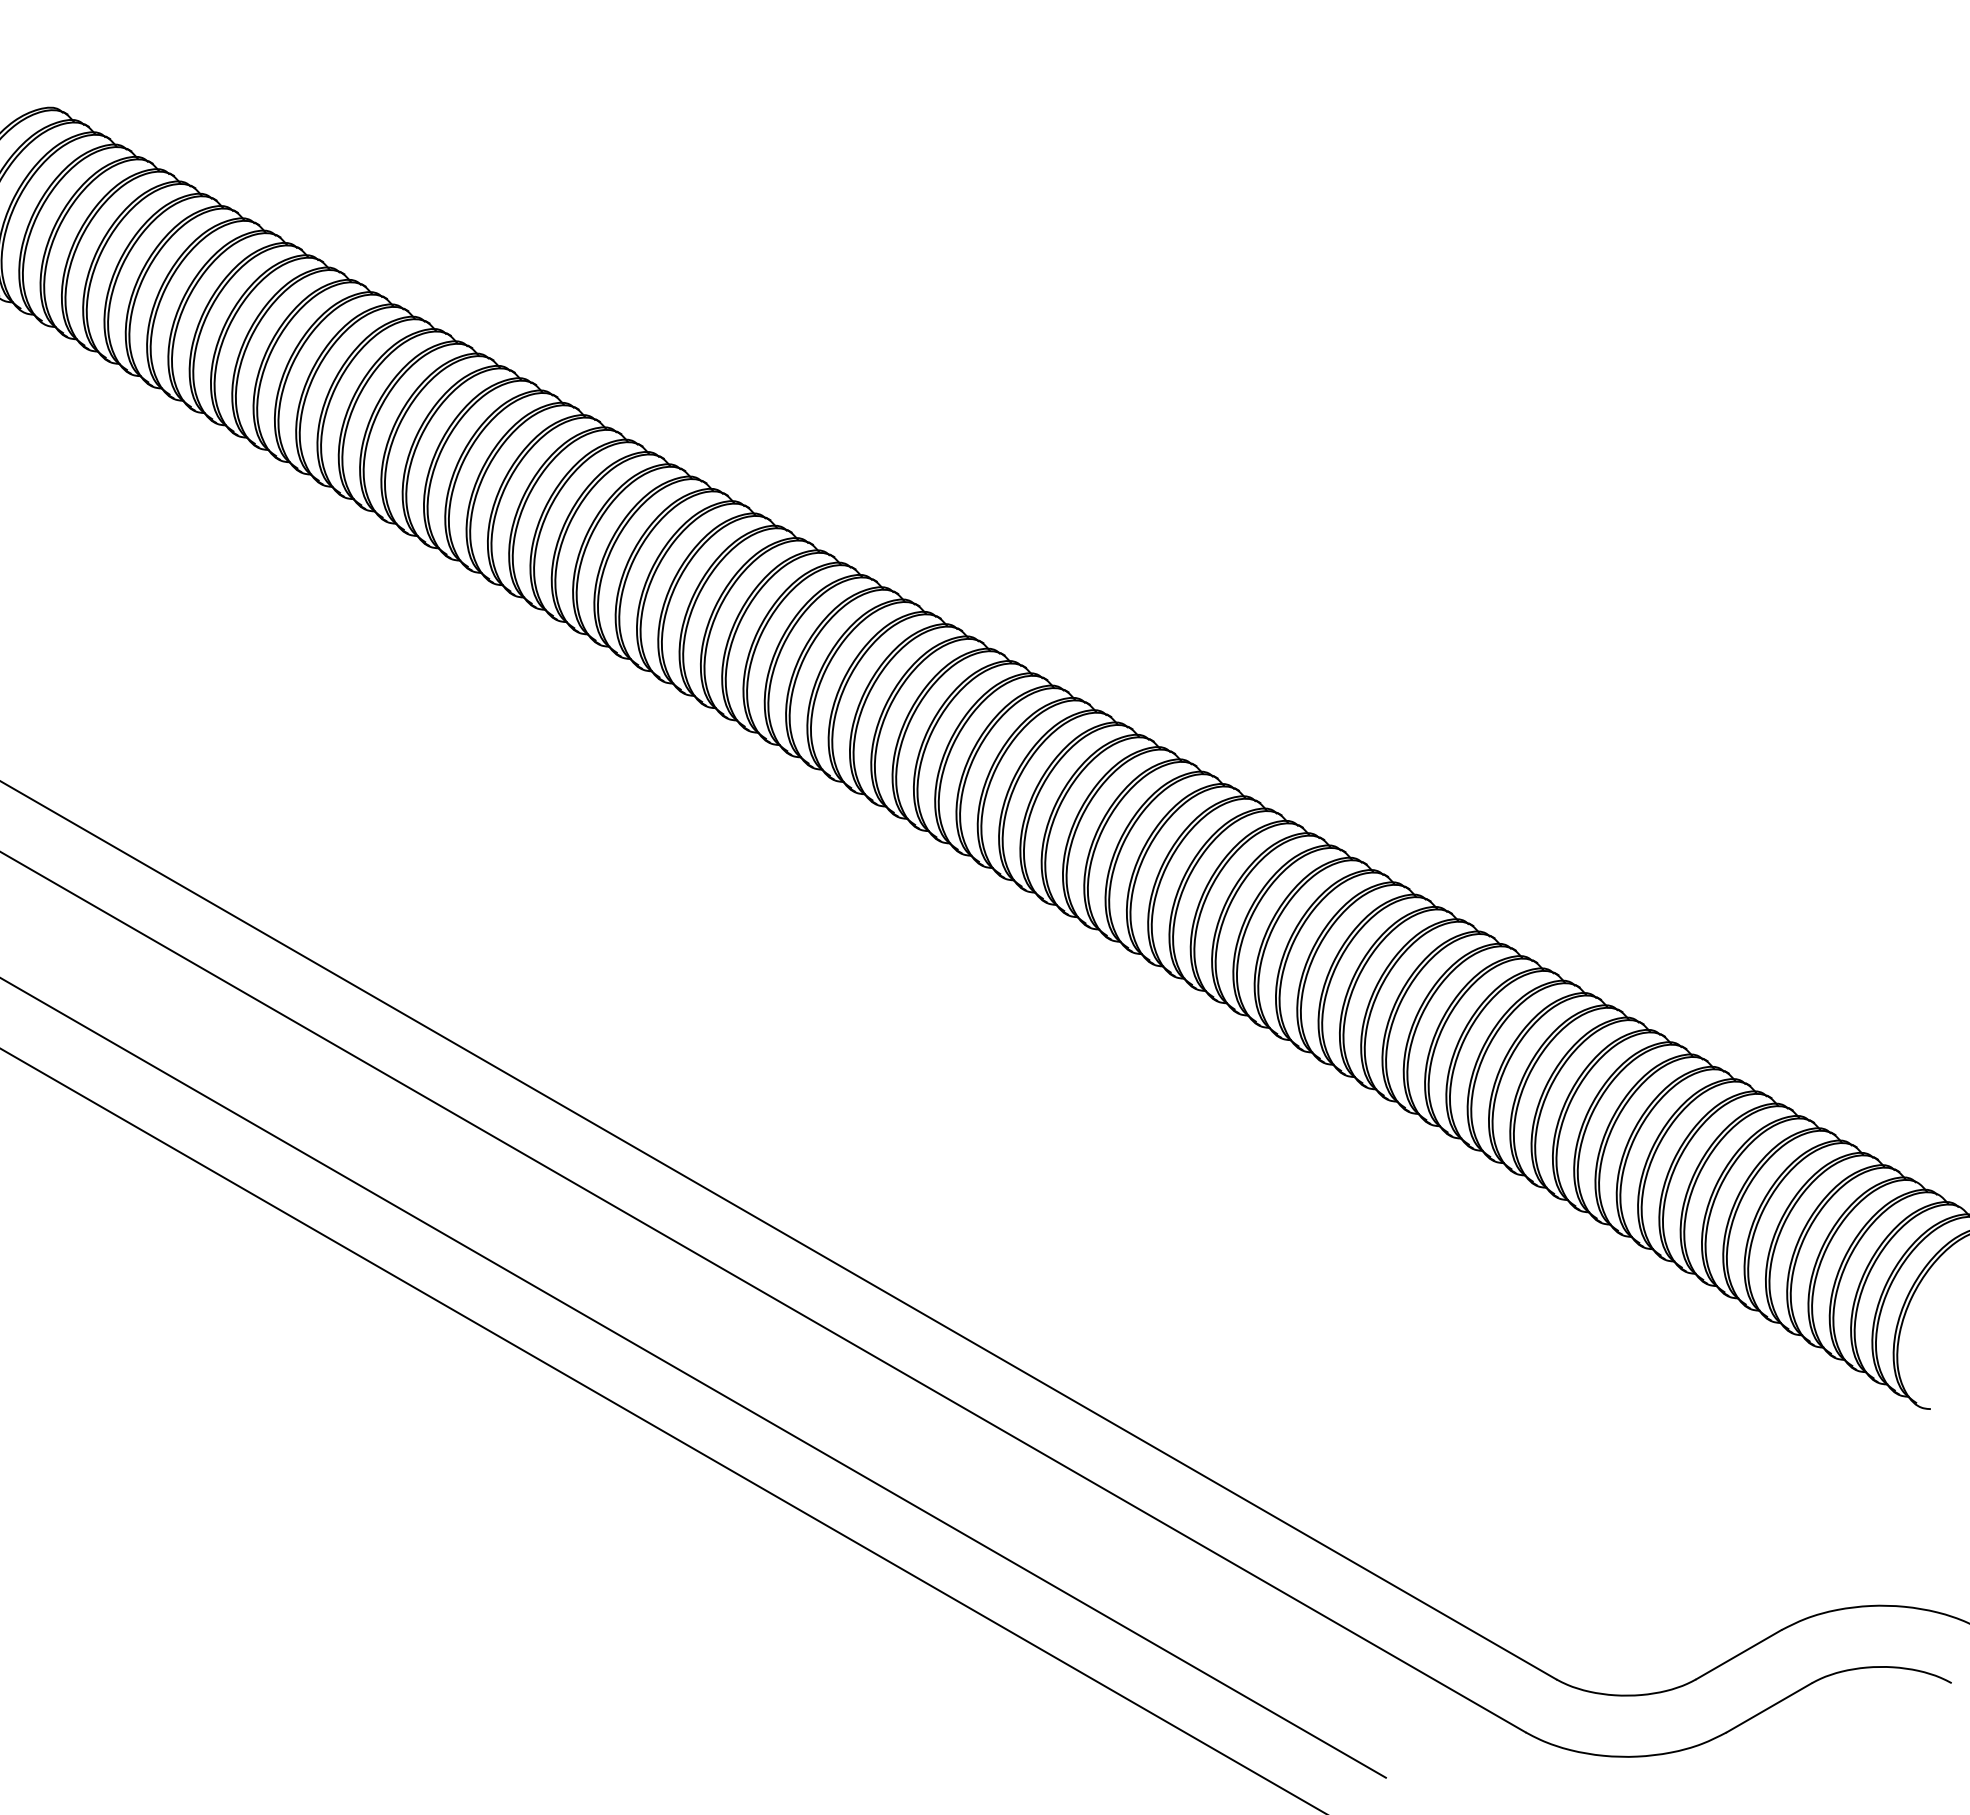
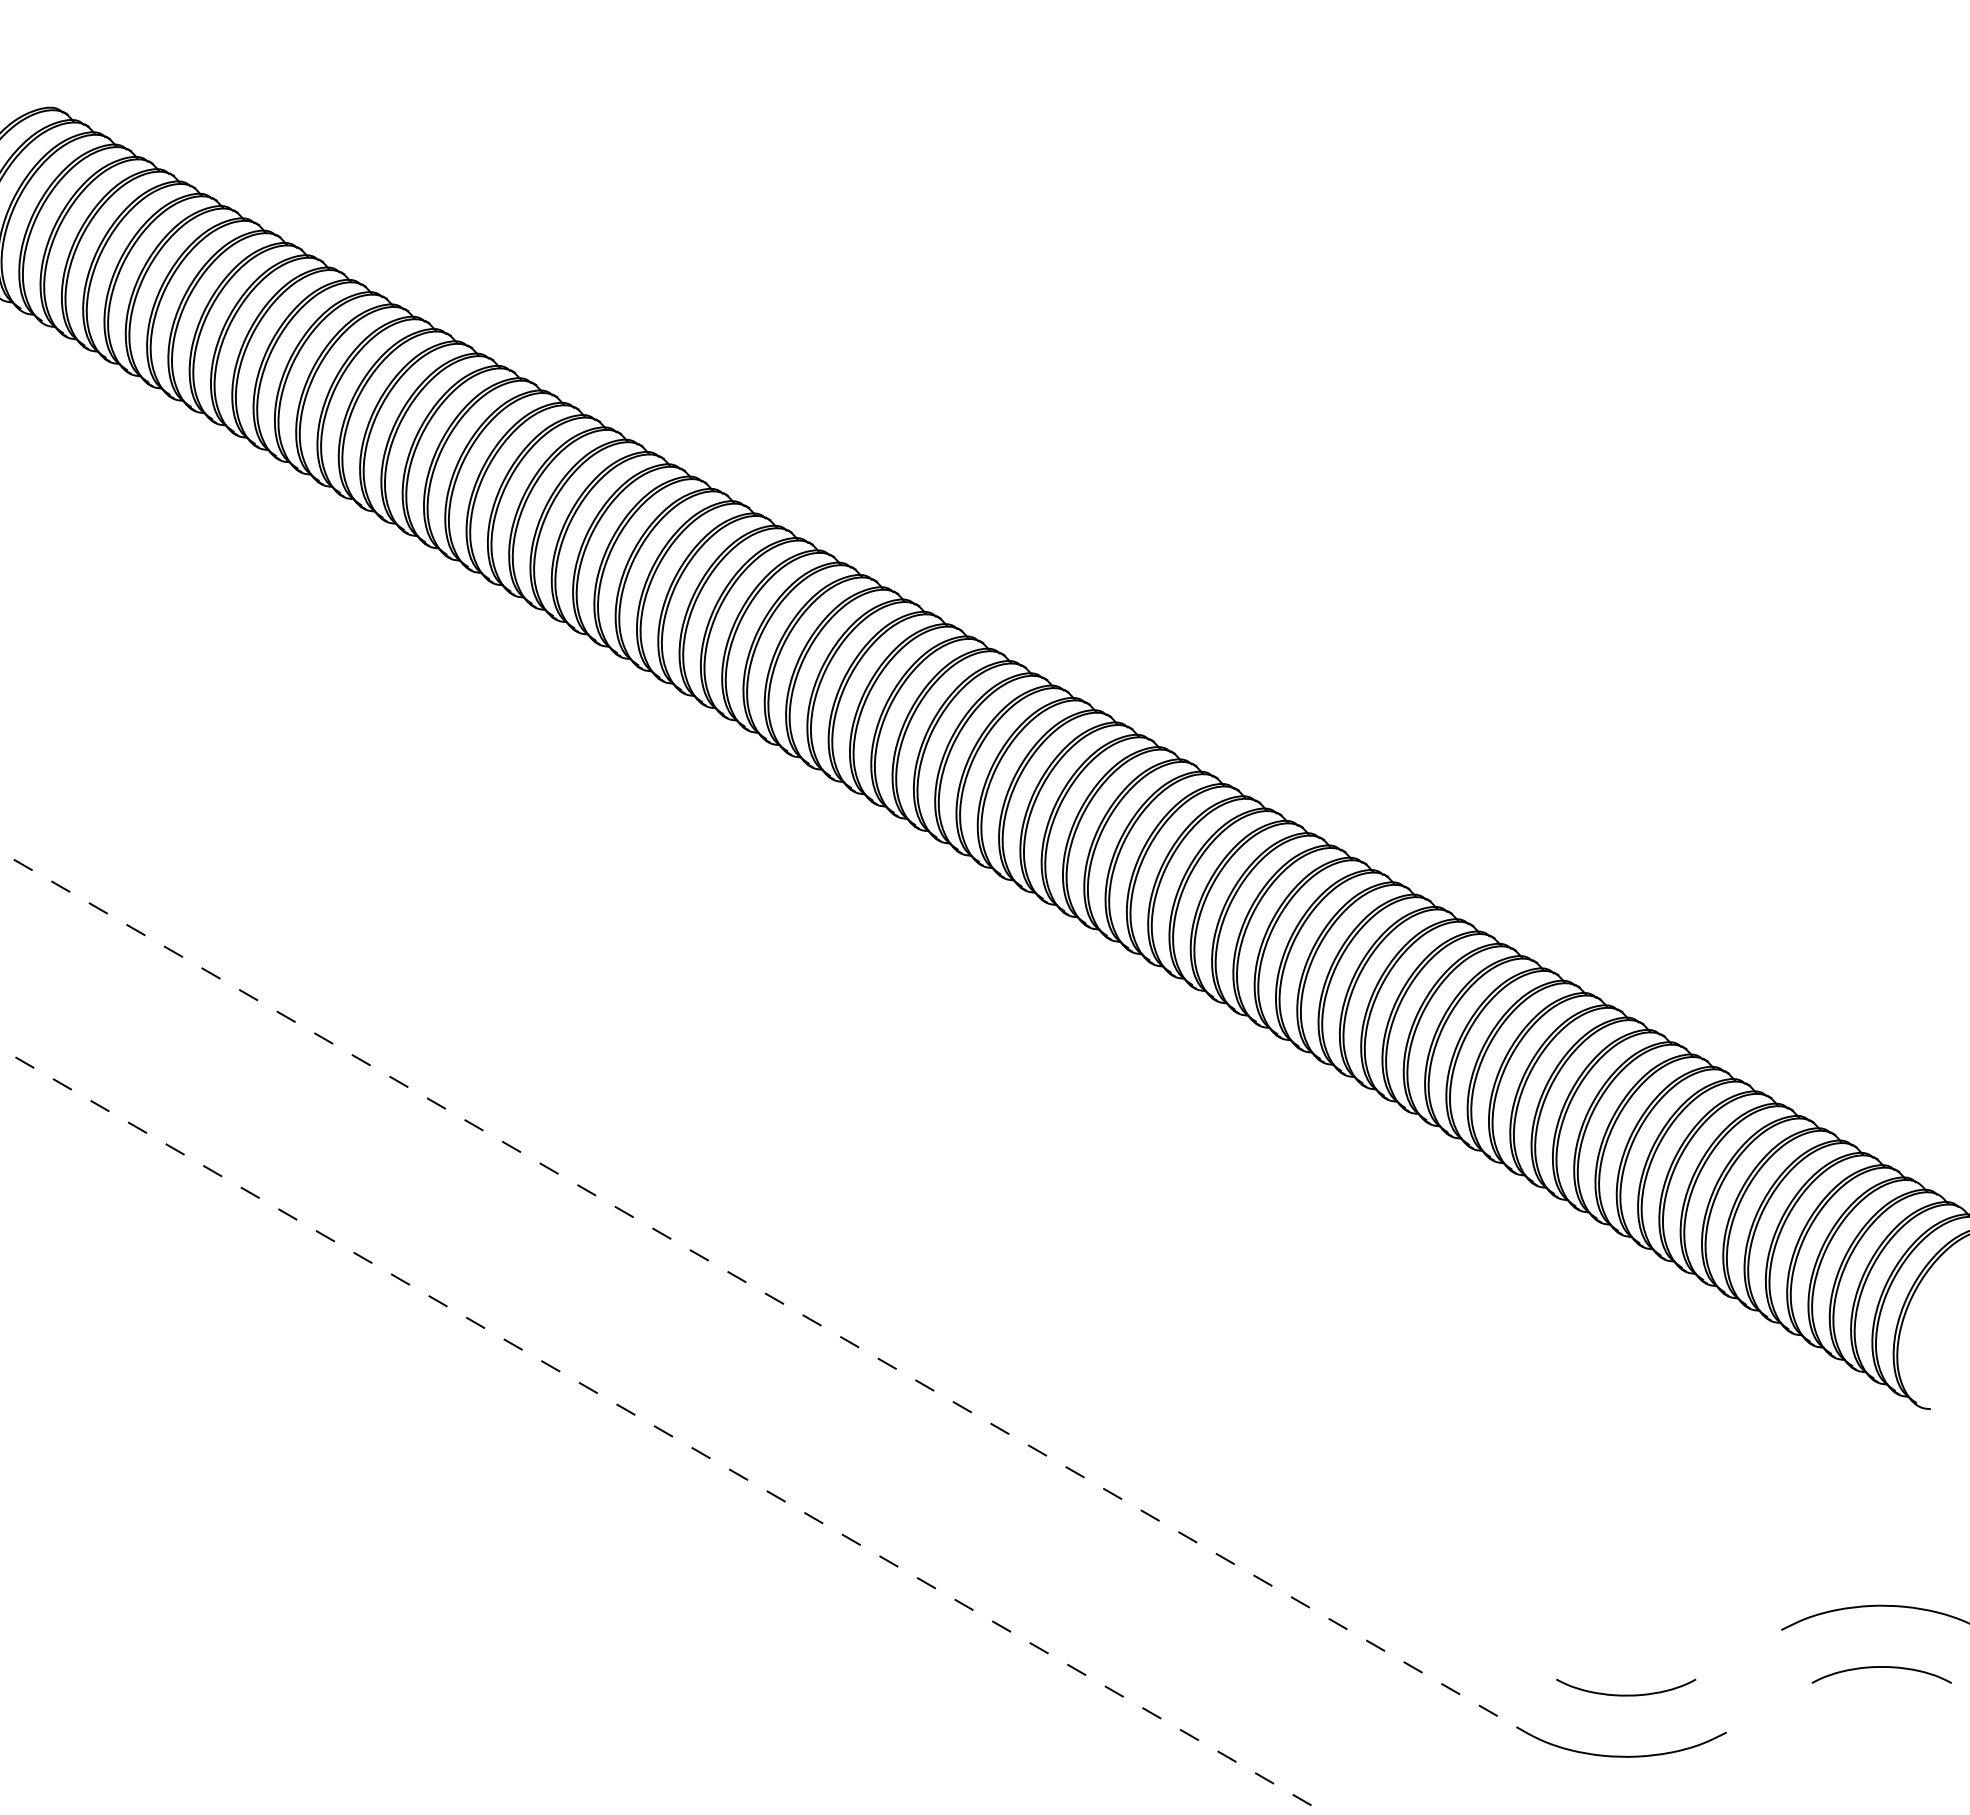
line at (779, 1230): present -> none
line at (763, 1292): solid -> dashed
line at (693, 1378): present -> none
line at (664, 1431): solid -> dashed
line at (1738, 1654): present -> none
line at (1768, 1707): present -> none
